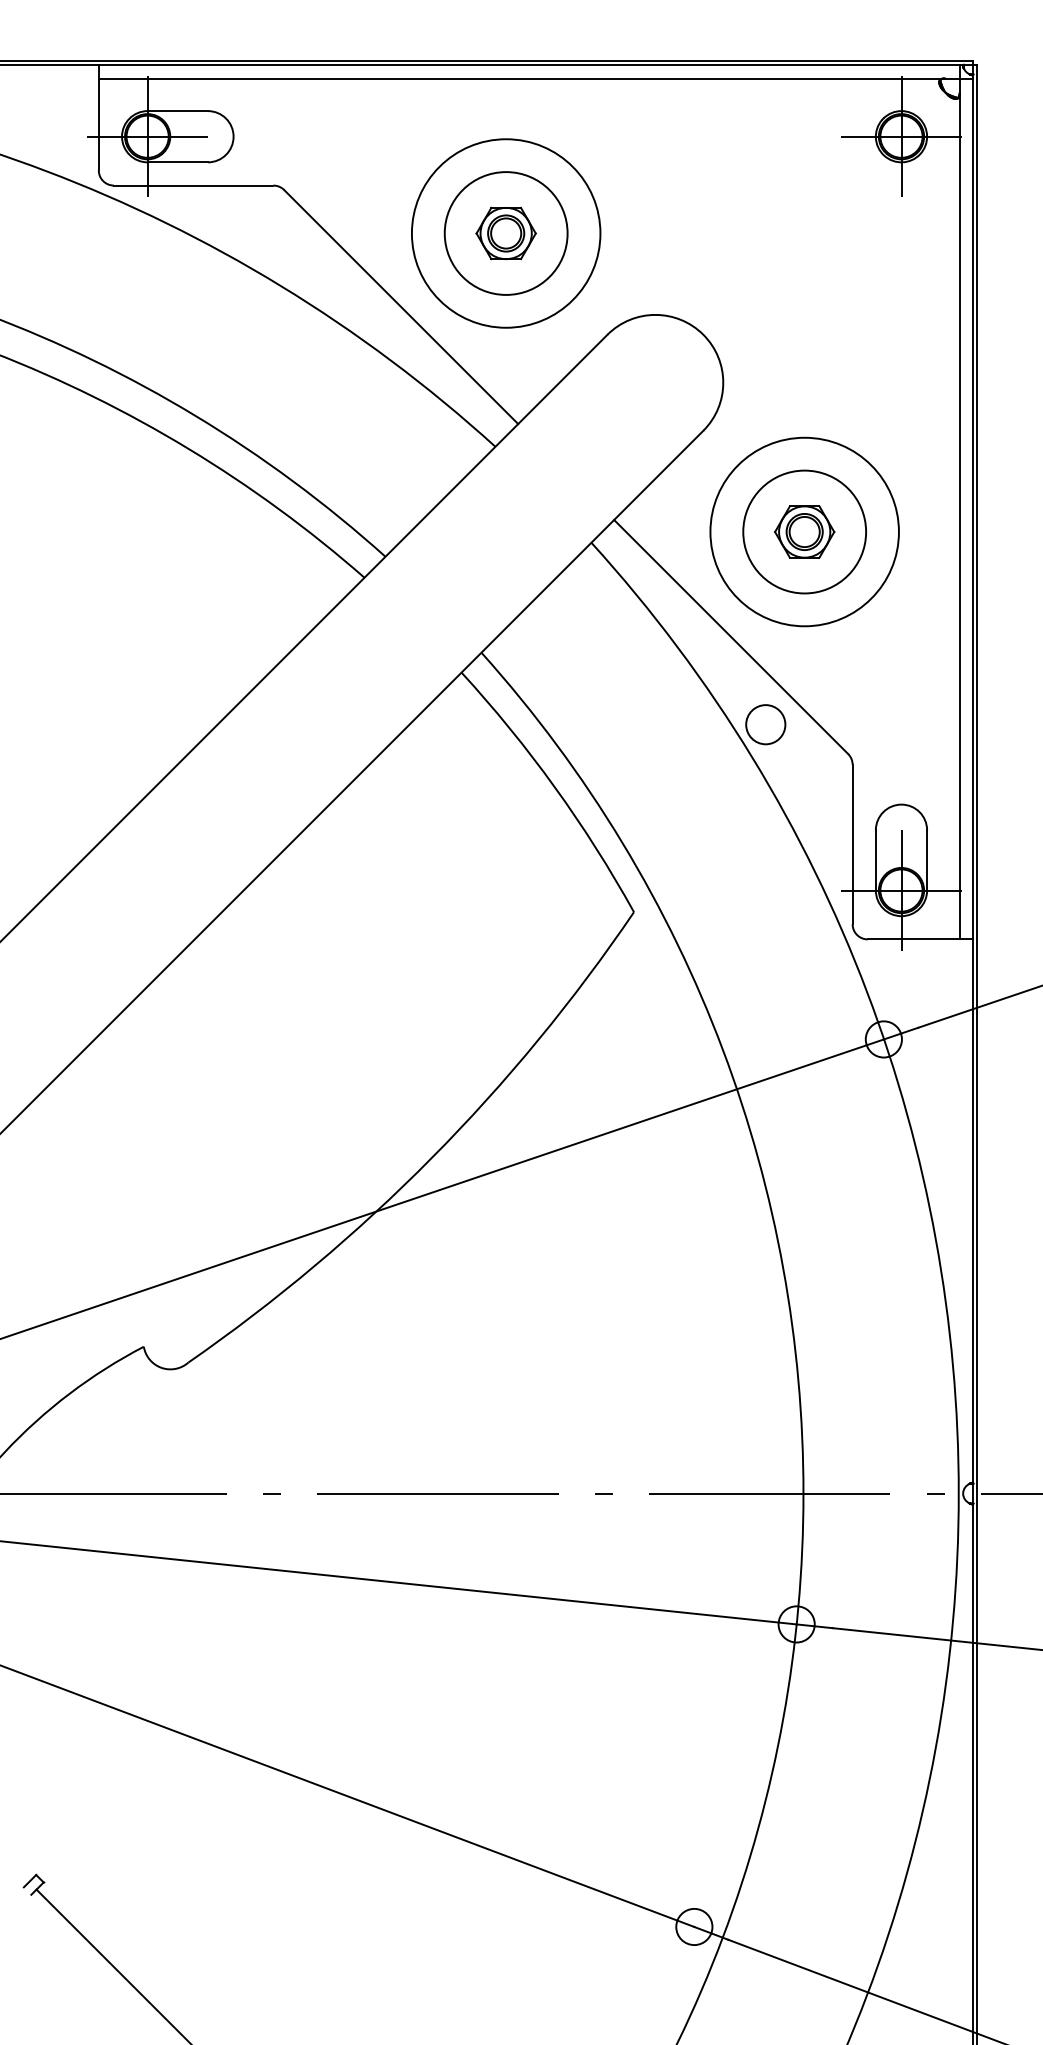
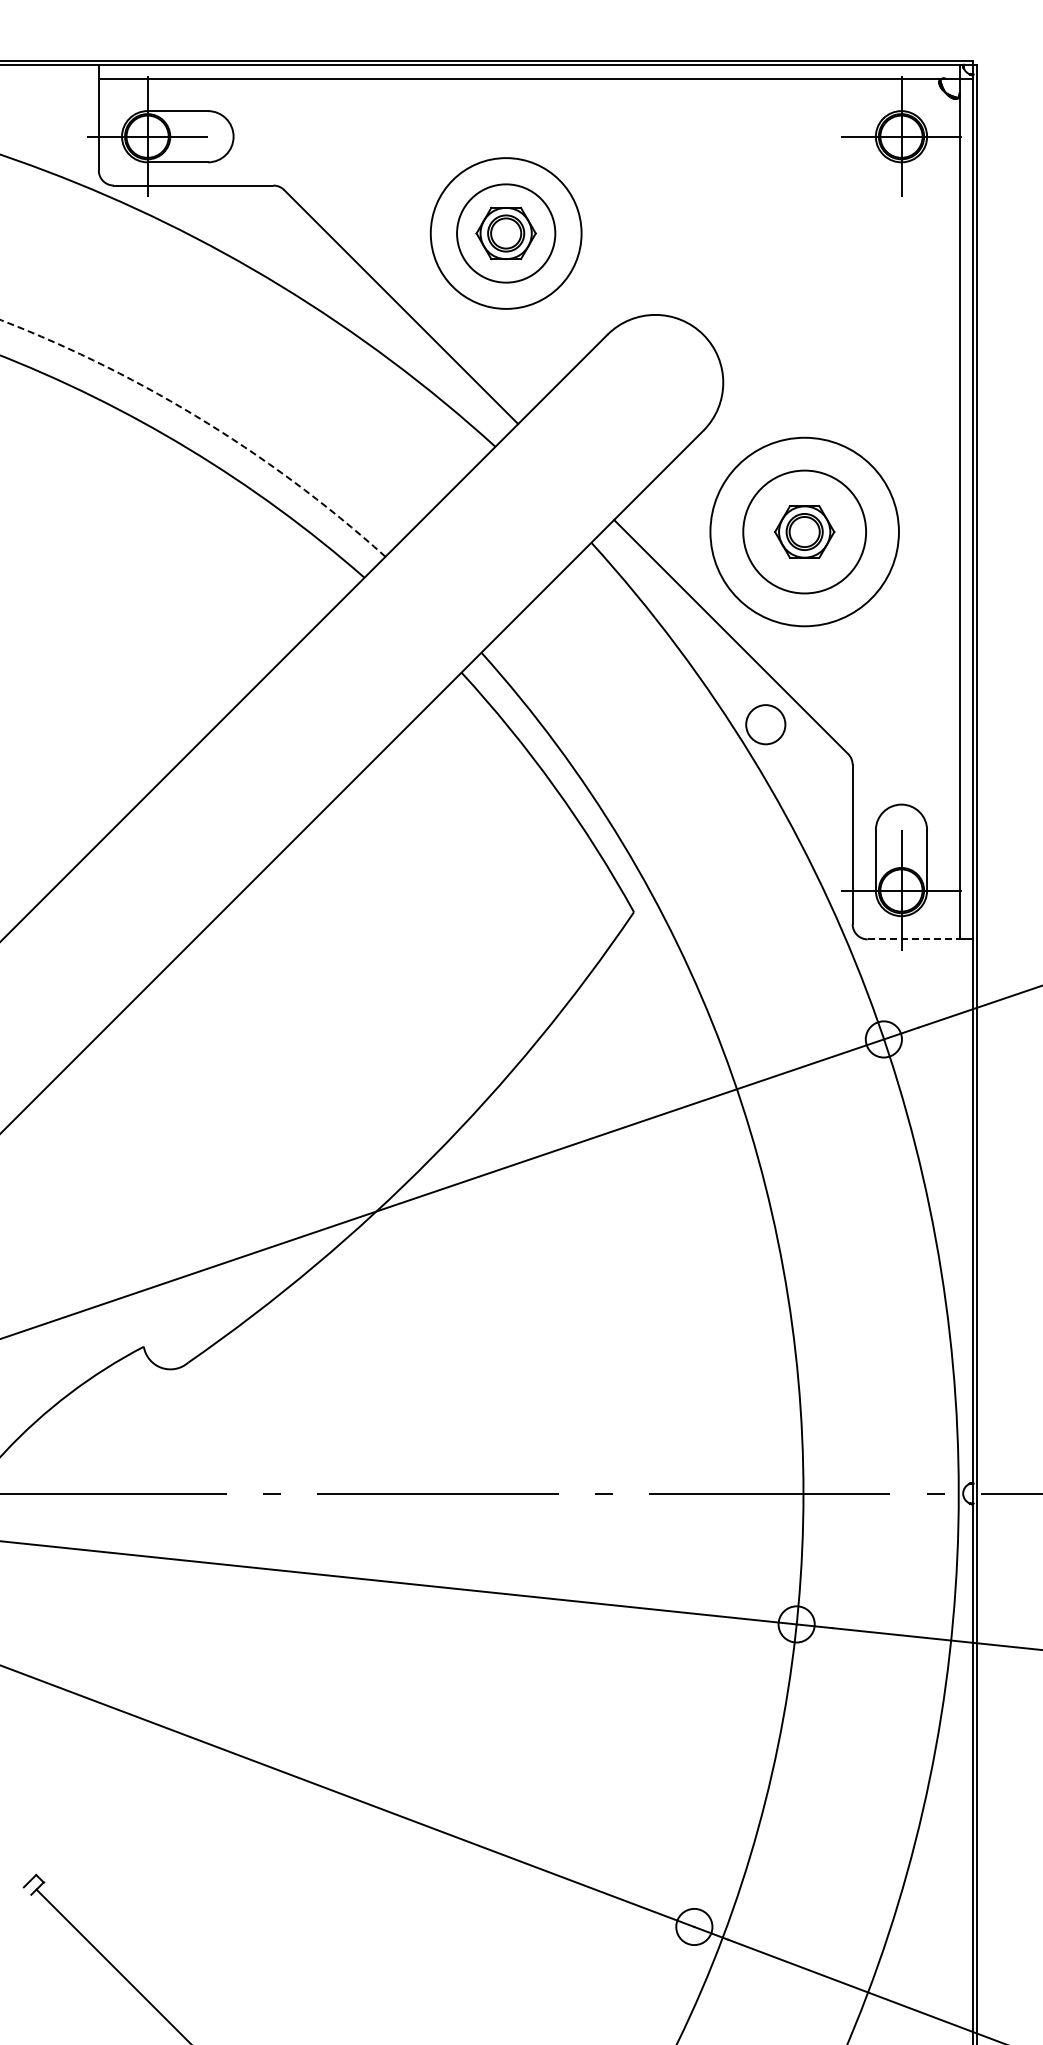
circle at (505, 233) diameter: 123 px -> 98 px
circle at (505, 233) diameter: 189 px -> 151 px
arc at (202, 420): solid -> dashed
line at (913, 939): solid -> dashed
